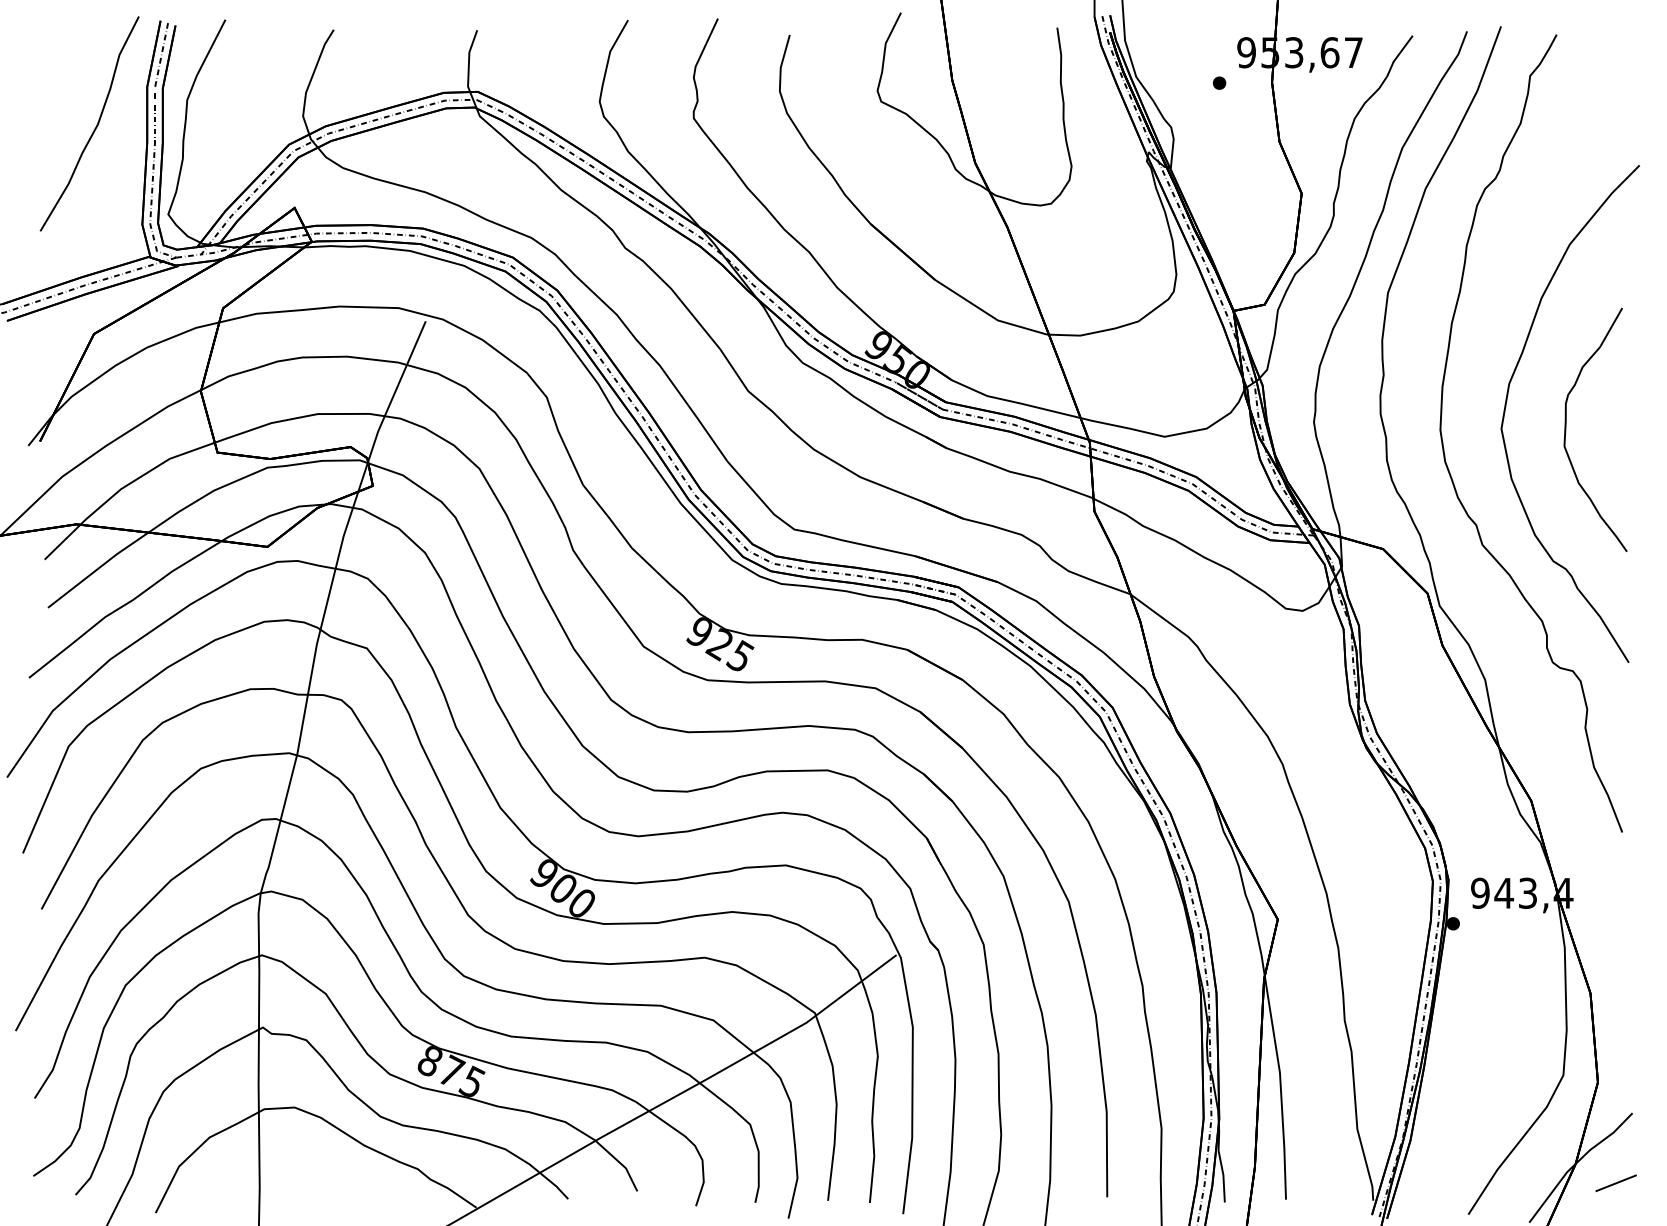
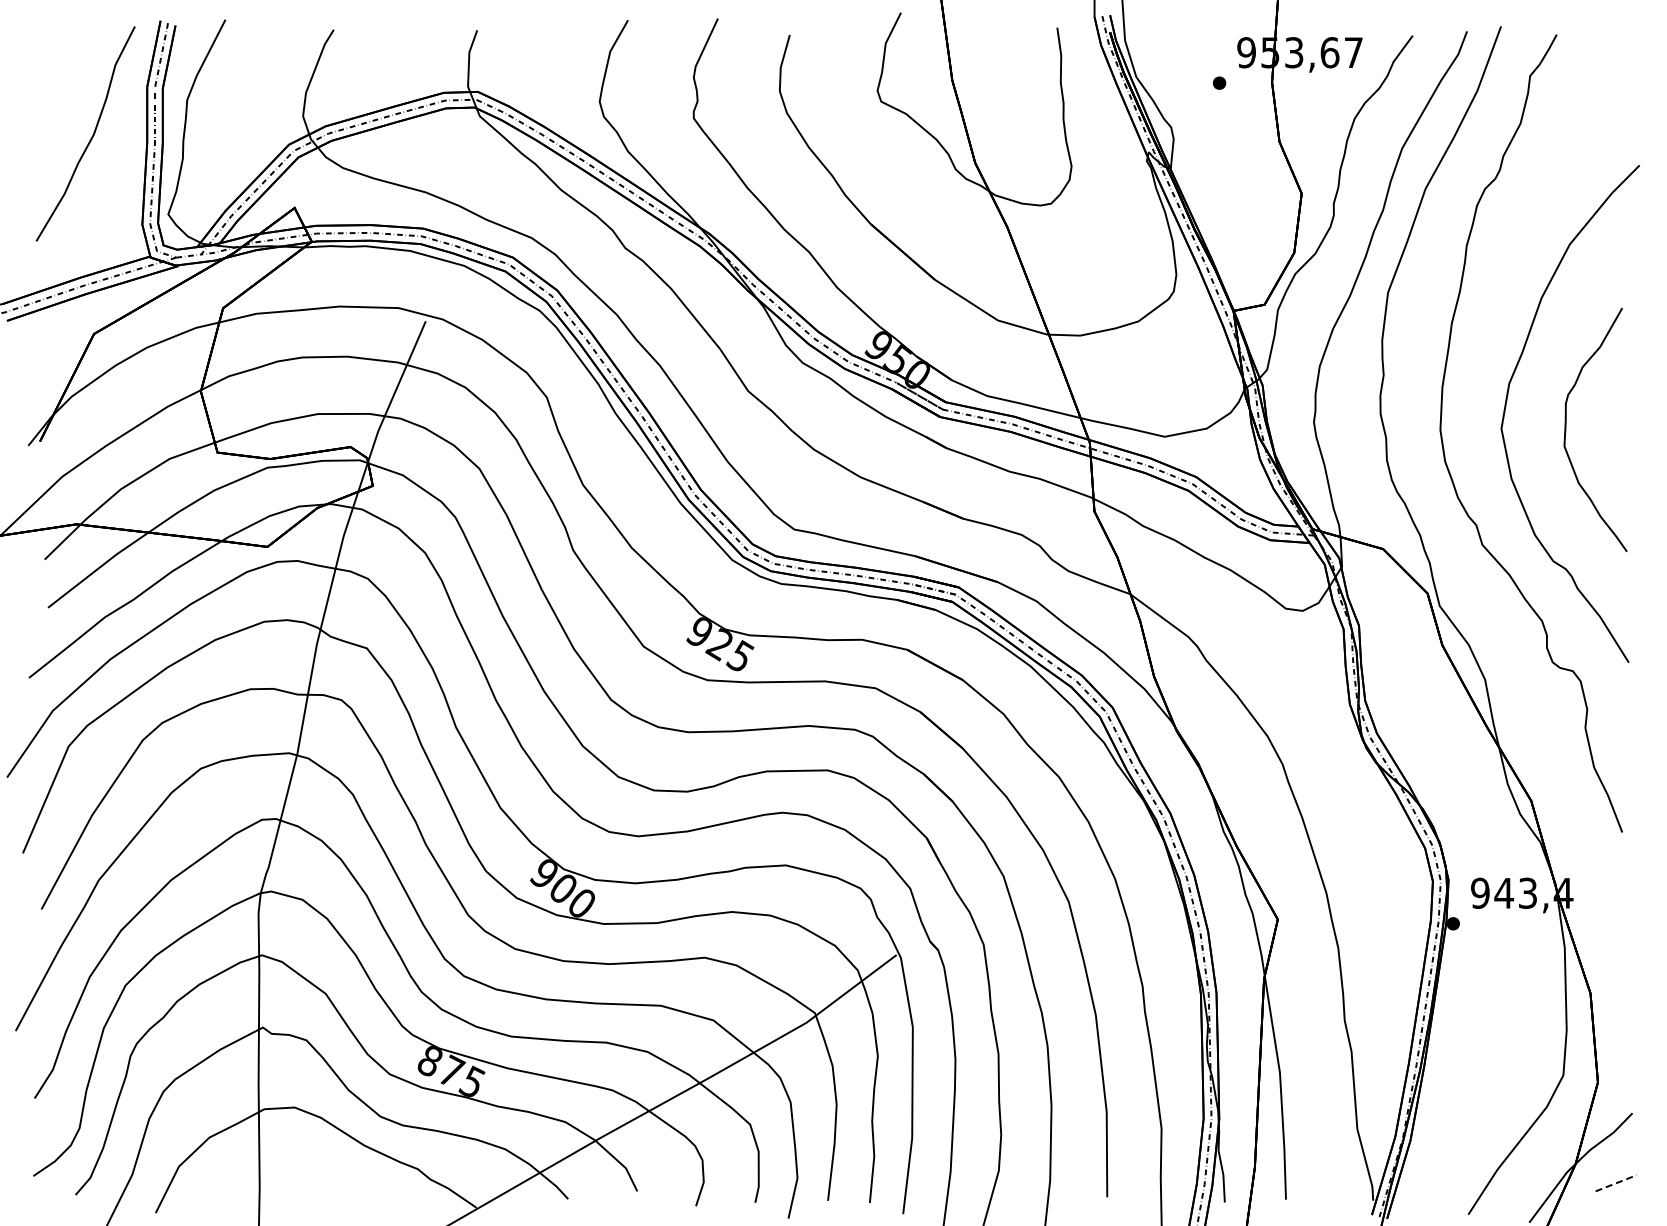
curve at (95, 126) position: (95, 126) -> (91, 136)
line at (1616, 1183): solid -> dashed
